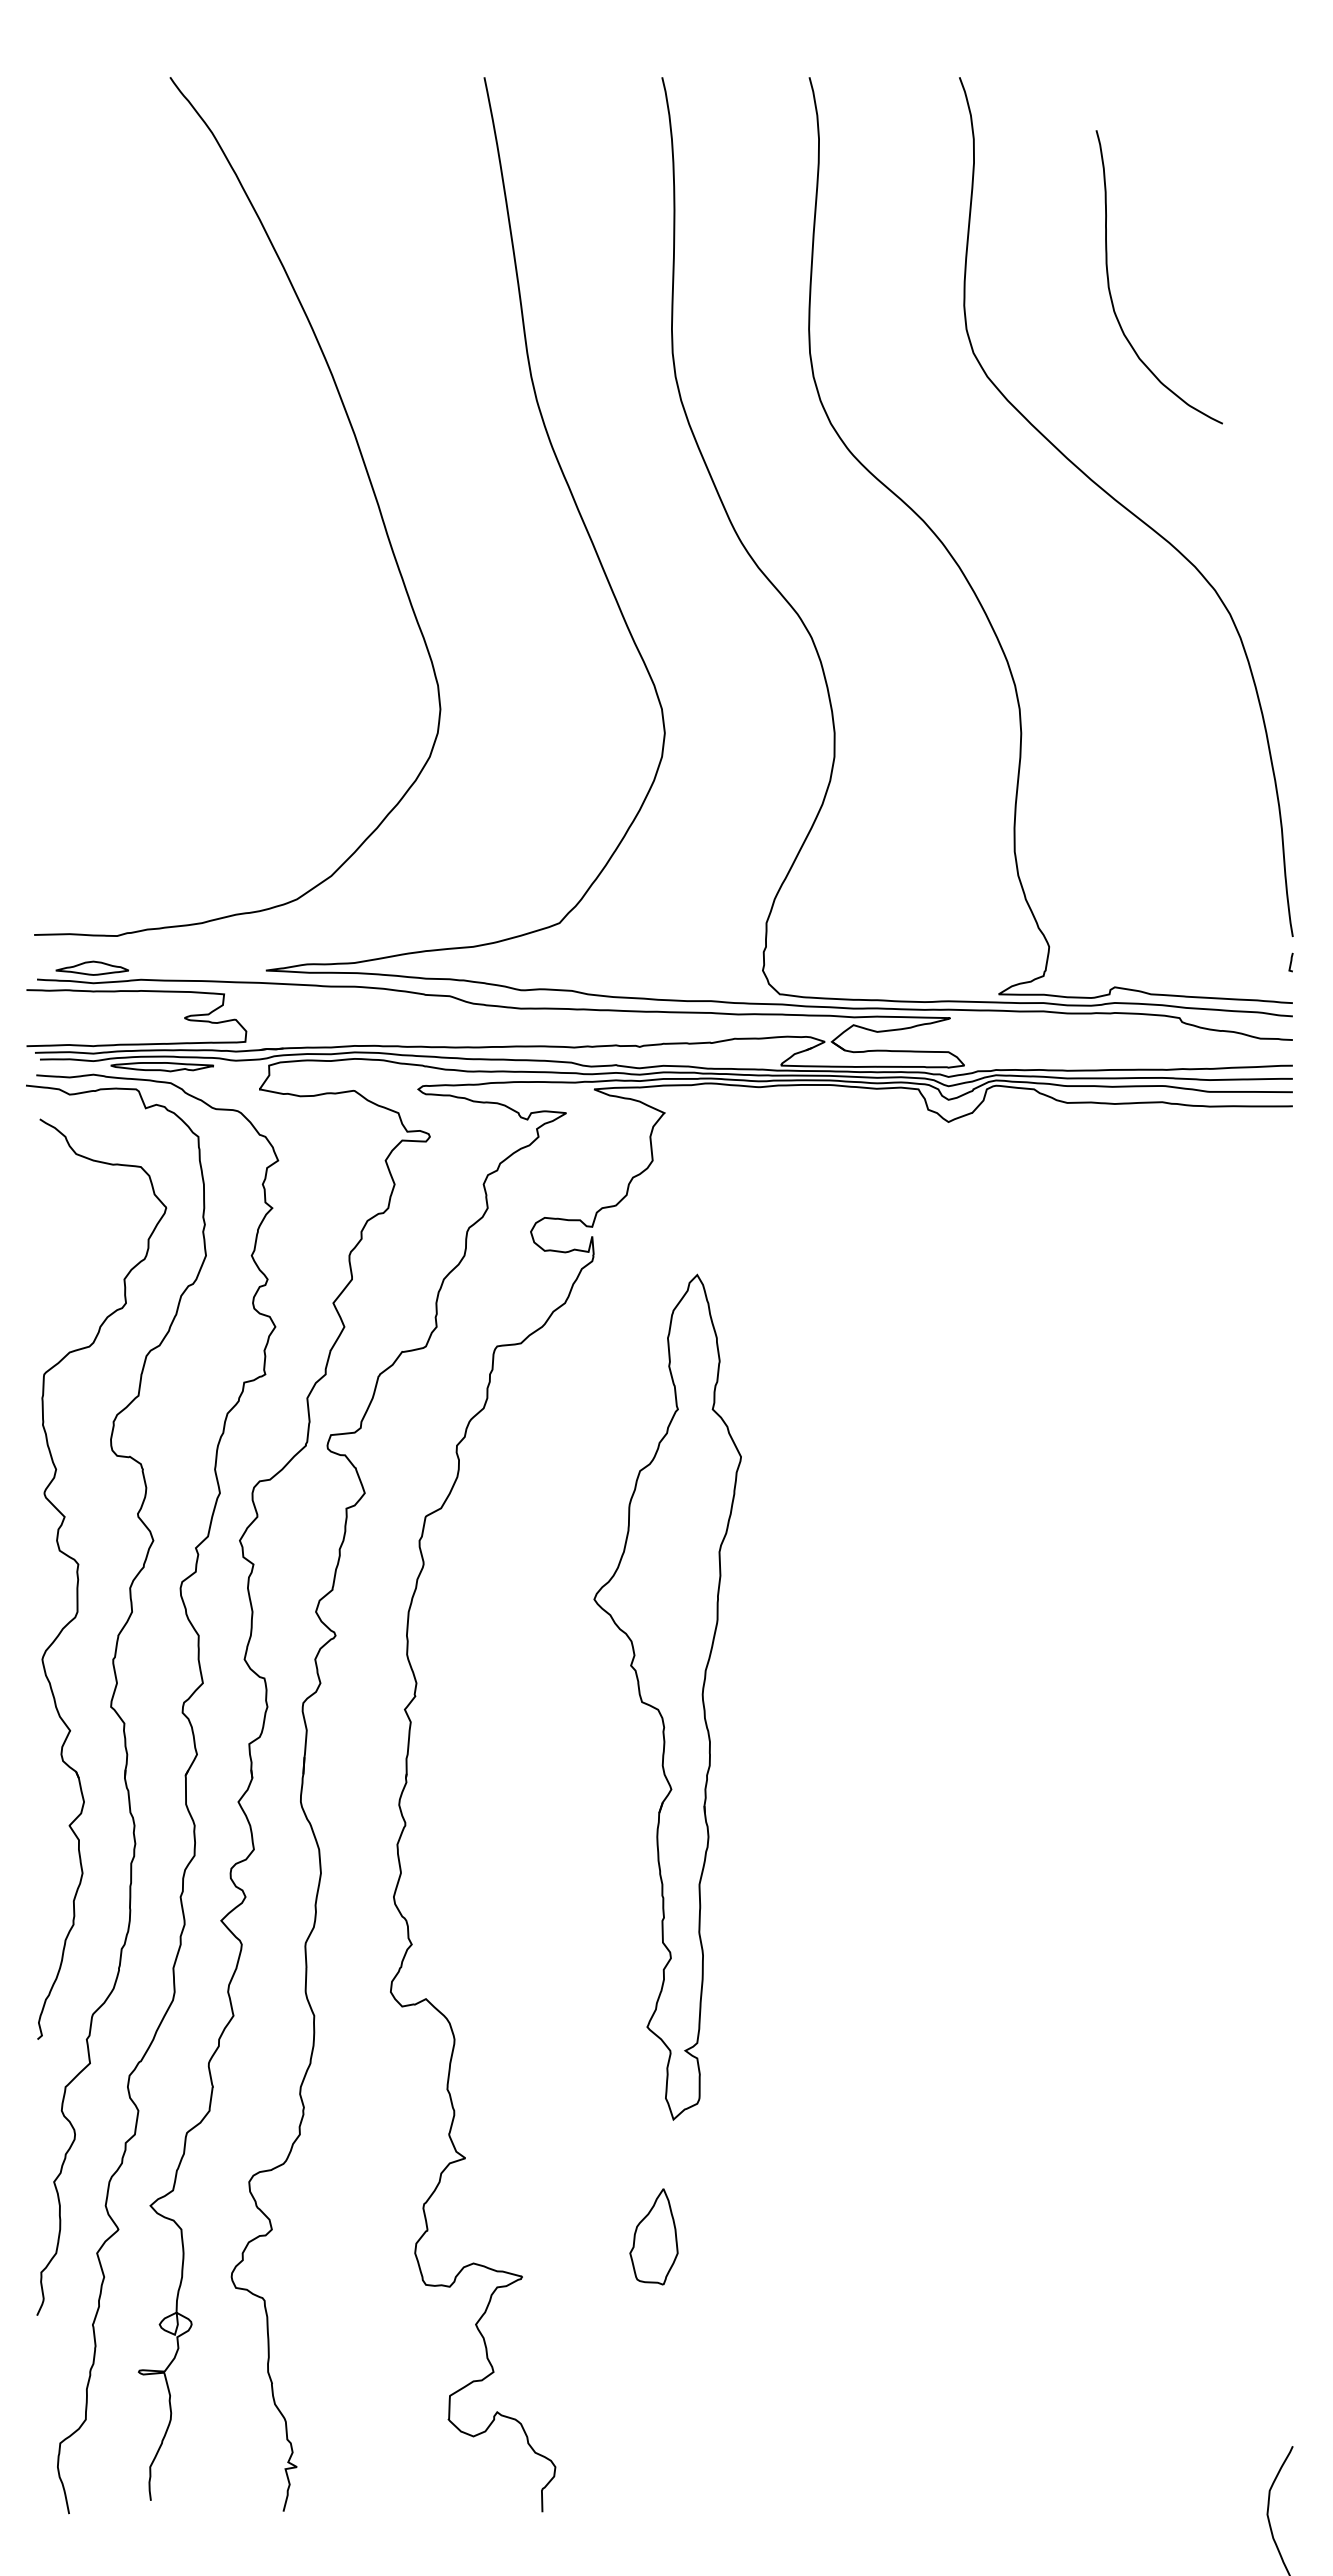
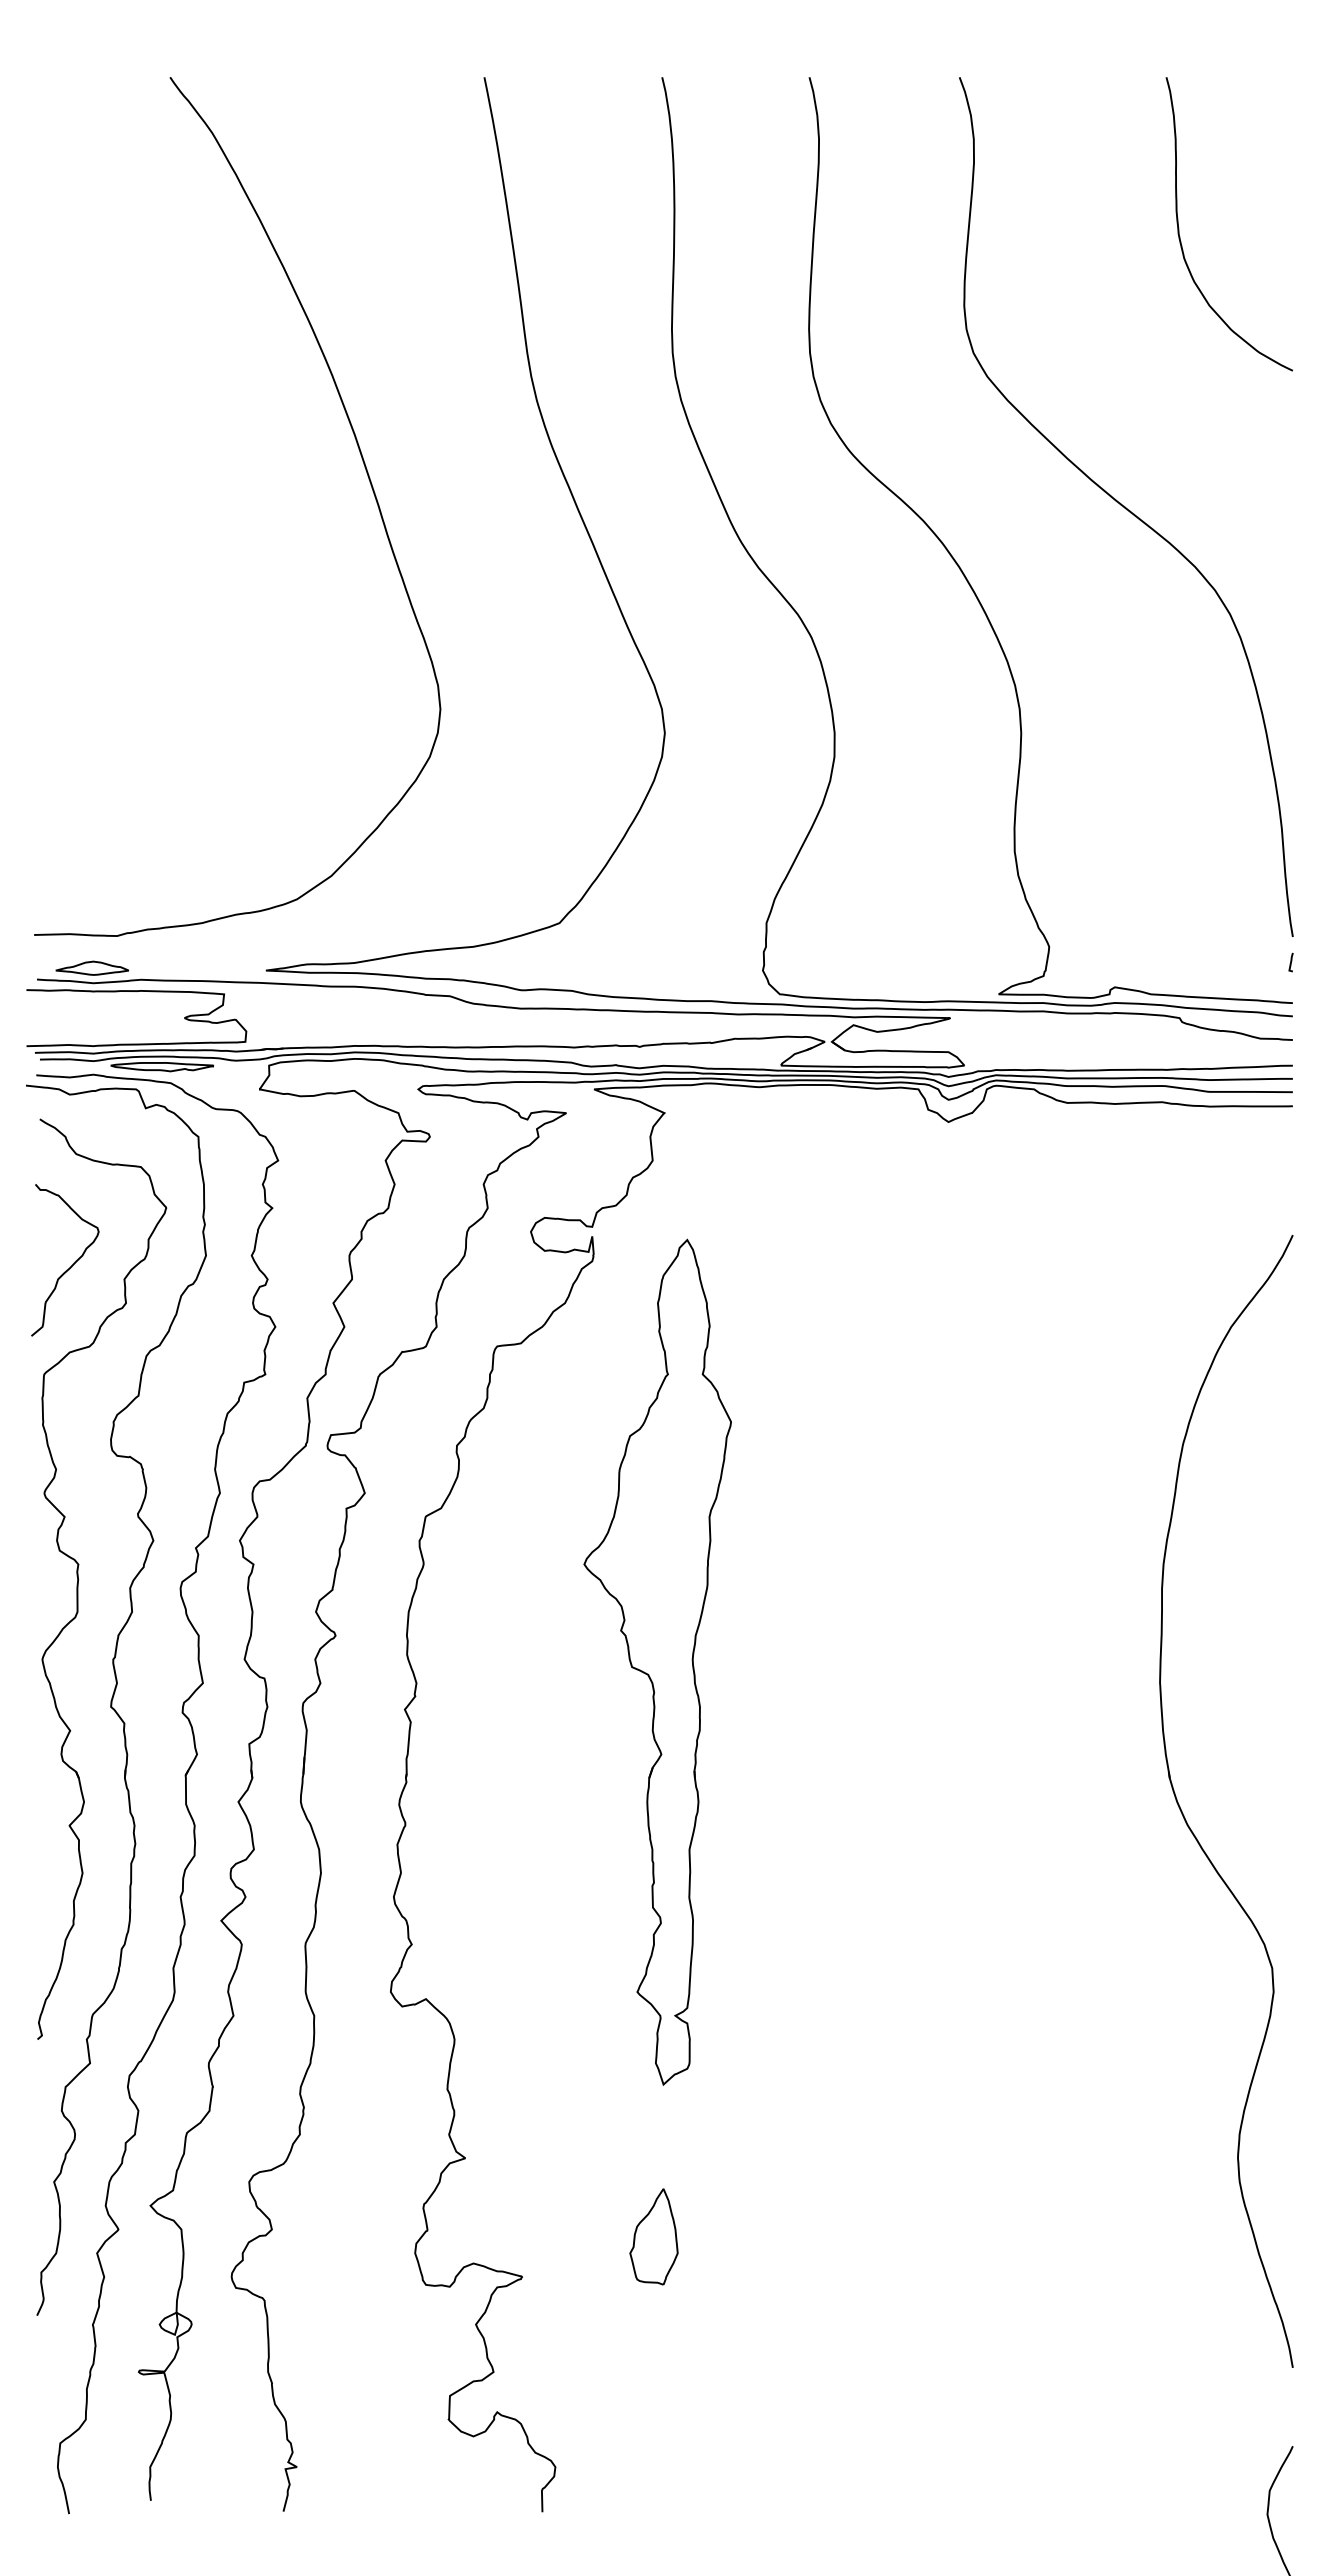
curve at (1109, 280) position: (1109, 280) -> (1179, 227)
curve at (71, 1265): none -> present
part at (667, 1696) position: (667, 1696) -> (657, 1661)
part at (1185, 1817): none -> present
